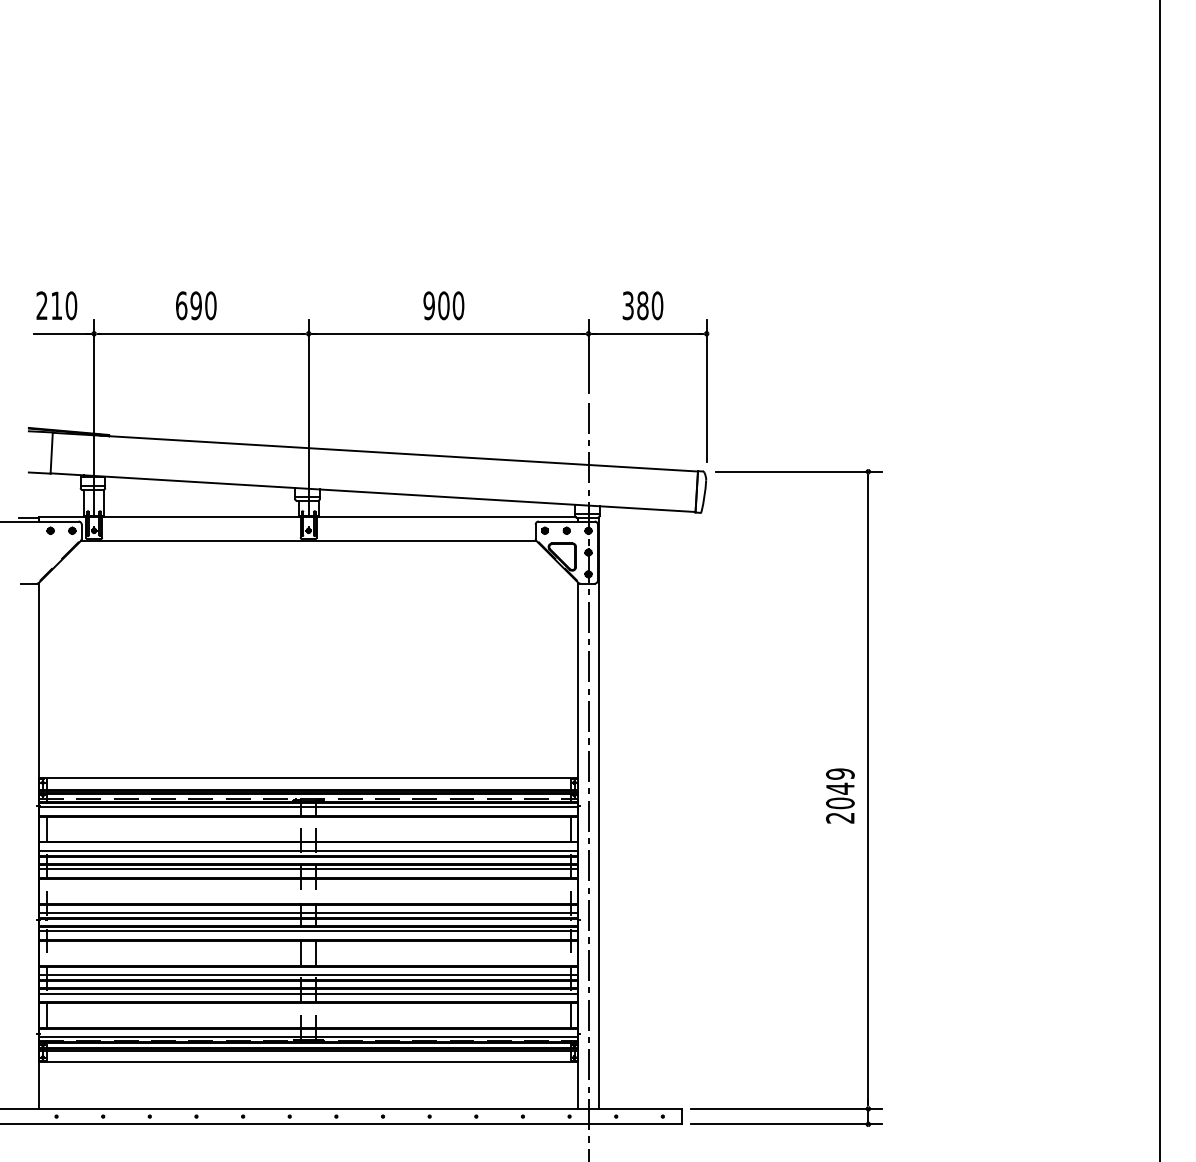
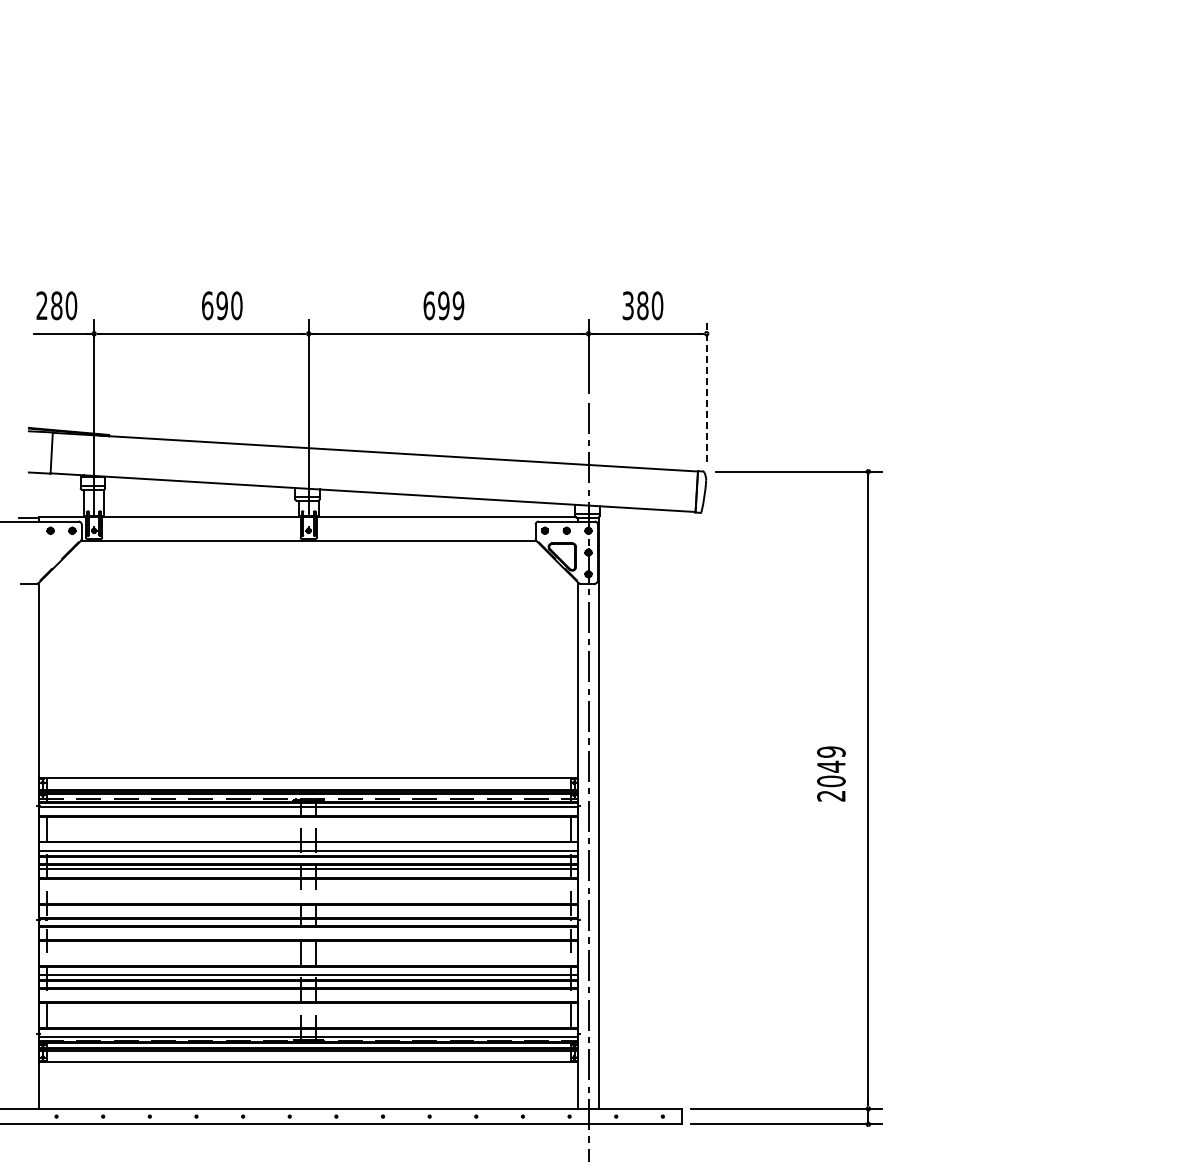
text at (56, 305): 210 -> 280
text at (196, 305) position: (196, 305) -> (222, 305)
text at (443, 305): 900 -> 699
line at (706, 390): solid -> dashed
line at (1160, 580): present -> none
text at (840, 795) position: (840, 795) -> (831, 773)
line at (308, 913): present -> none
line at (308, 931): present -> none
line at (308, 993): present -> none
